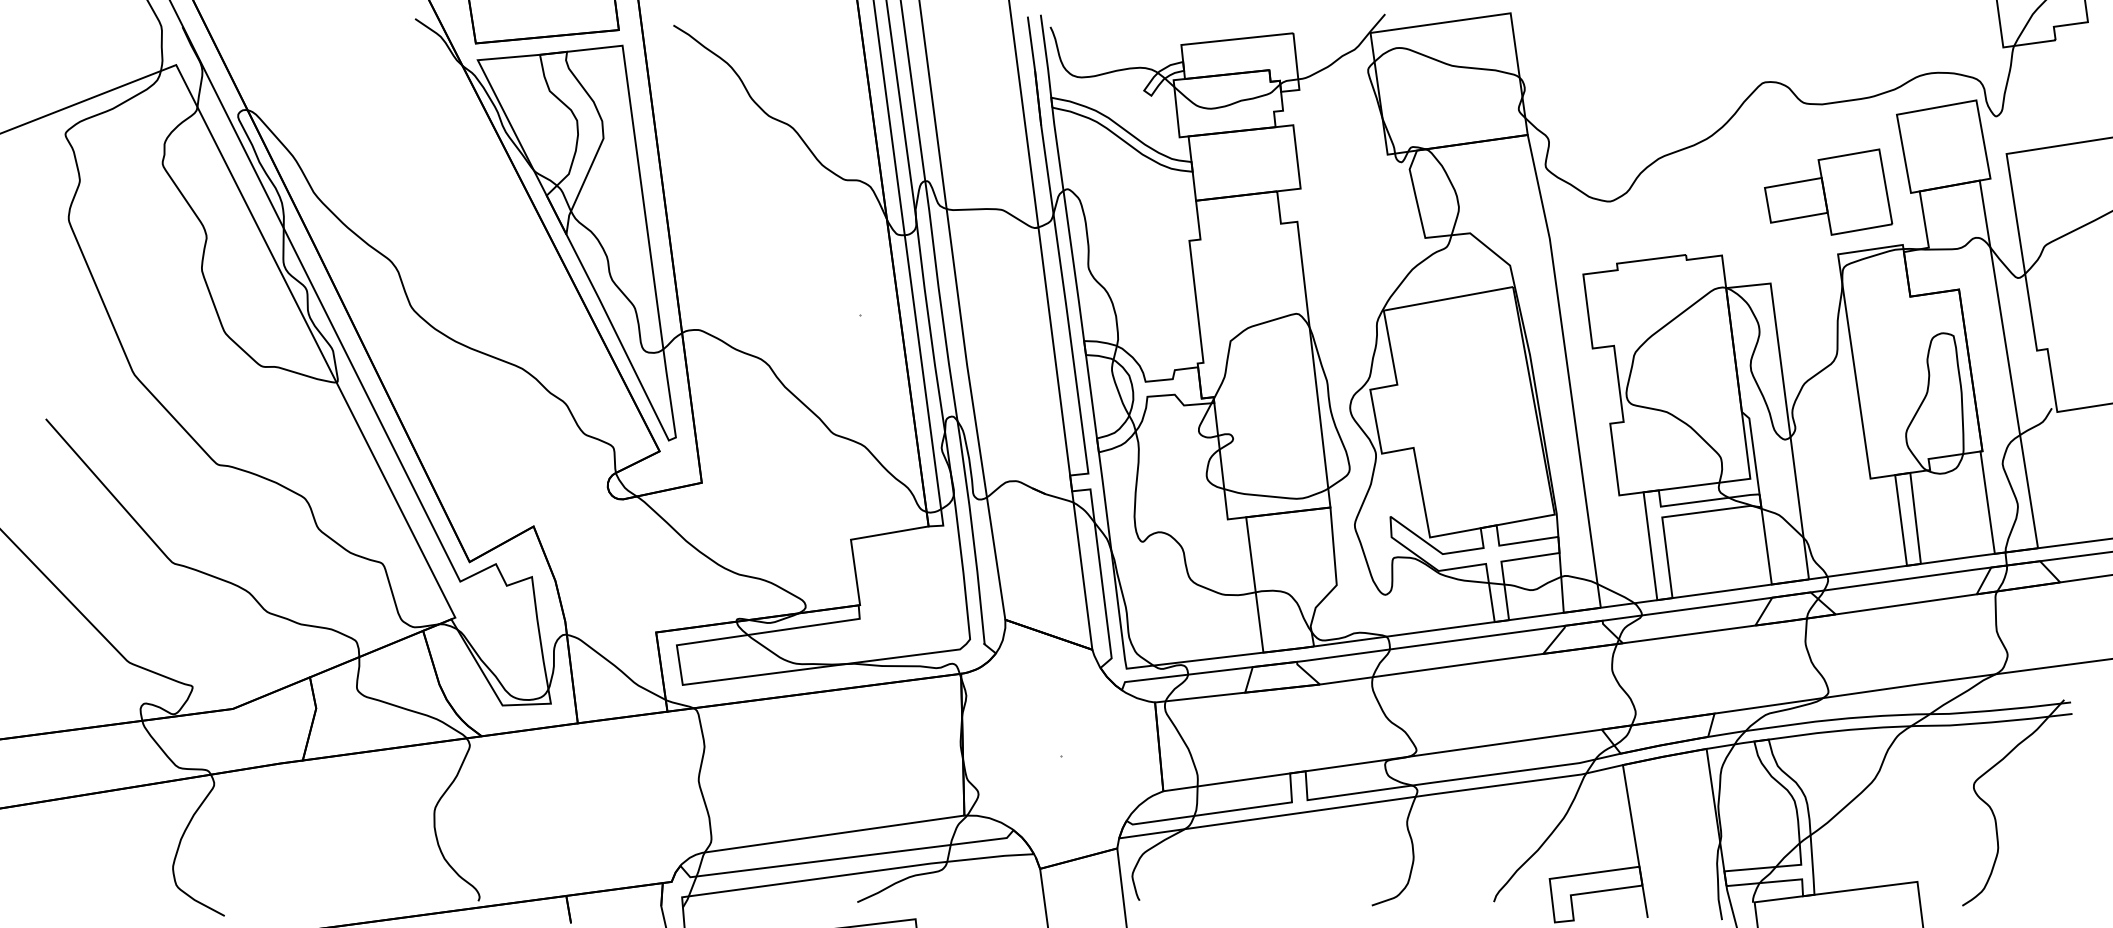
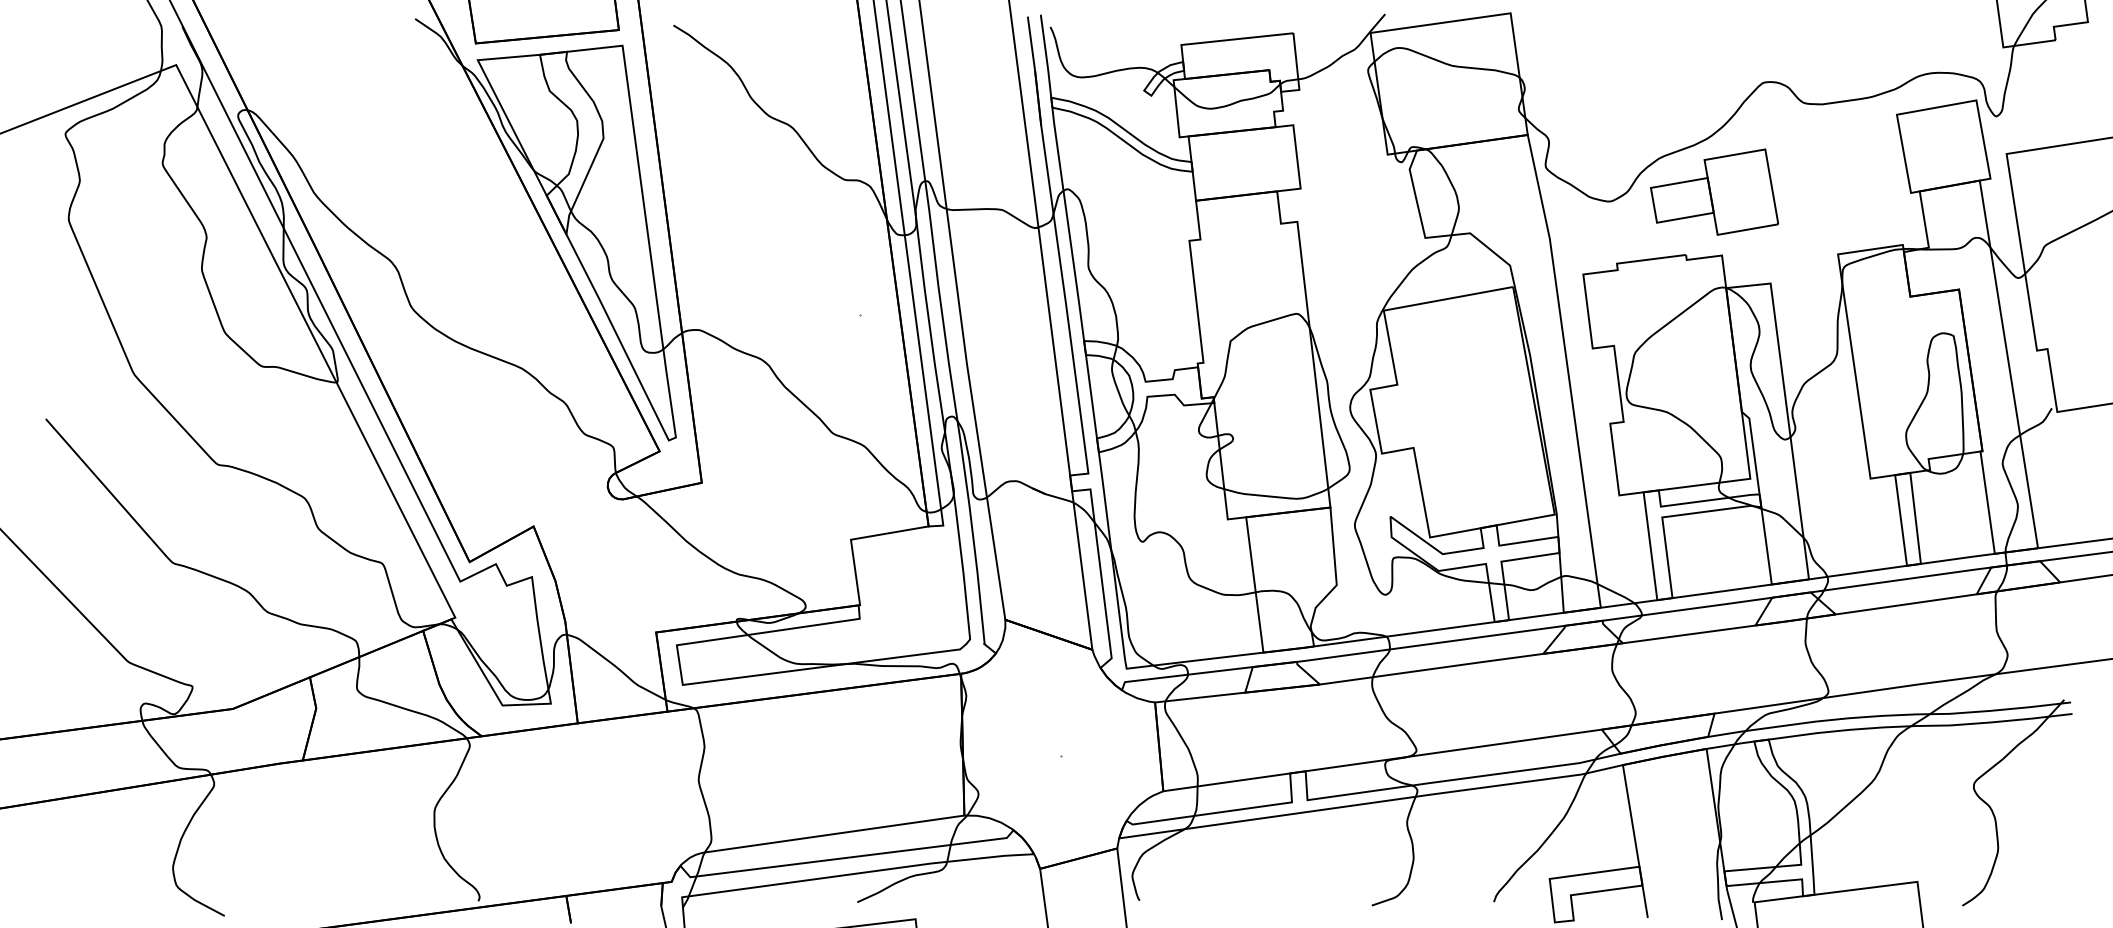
part at (1828, 191) position: (1828, 191) -> (1714, 191)
